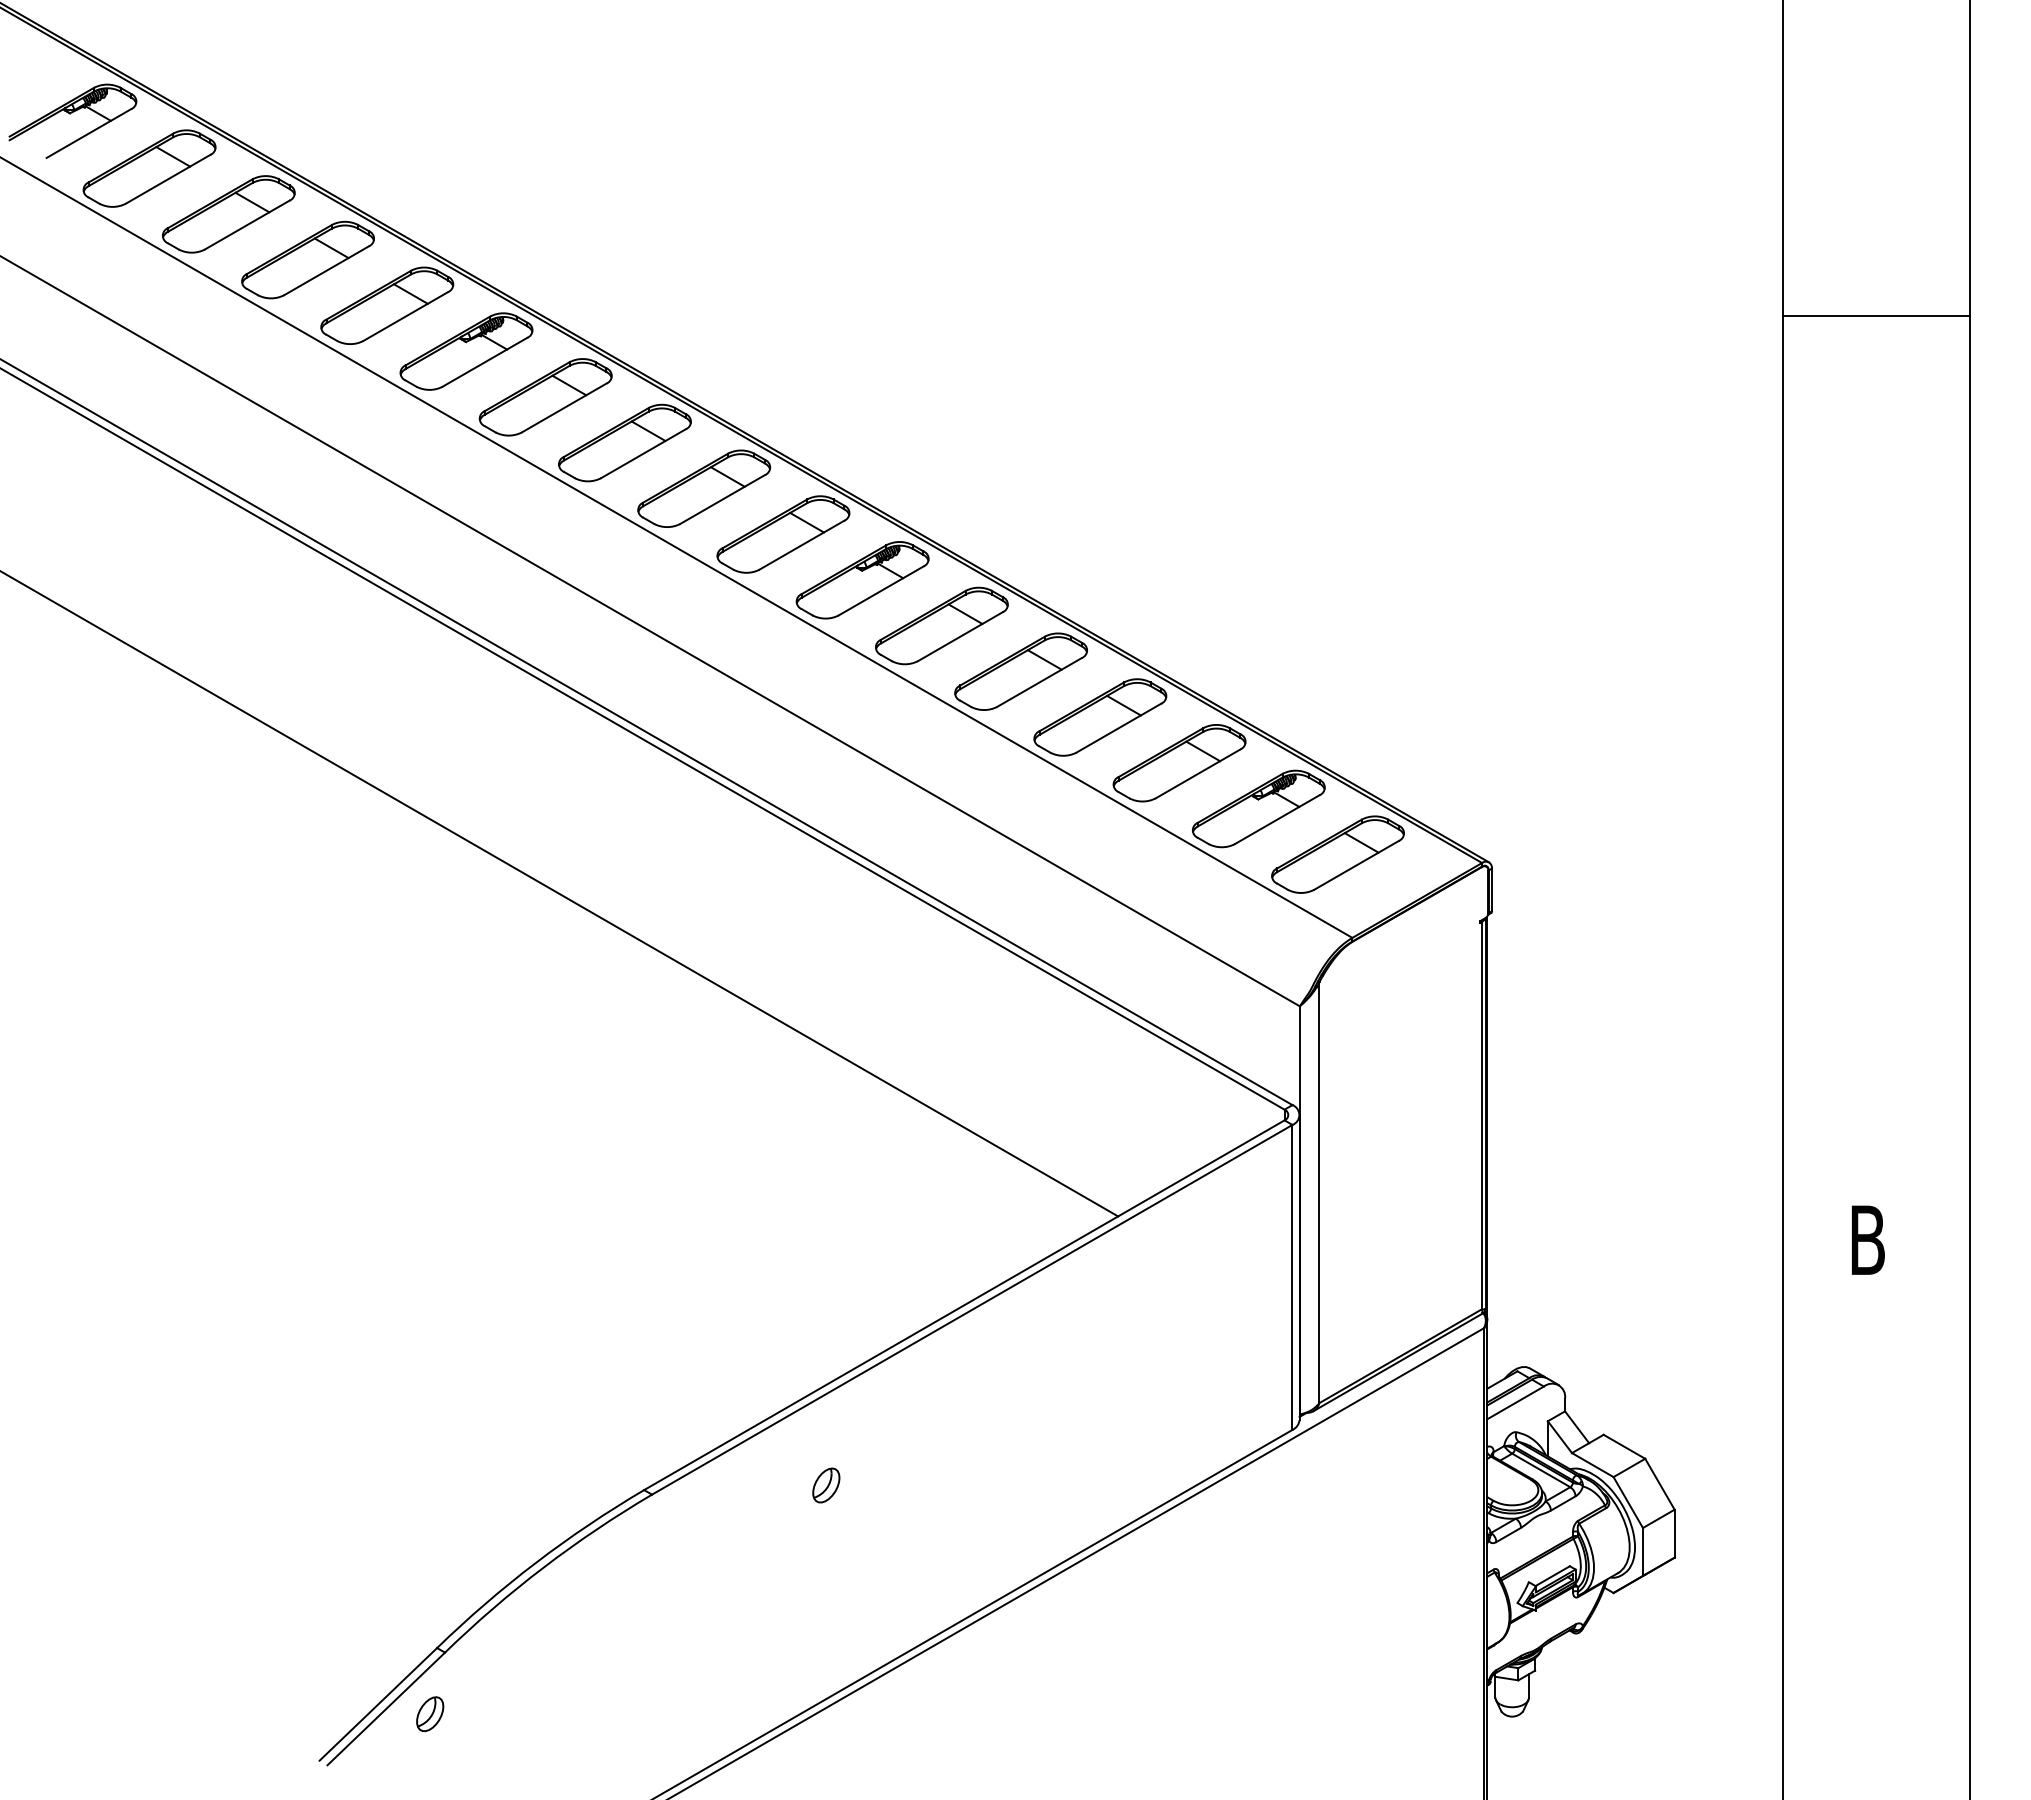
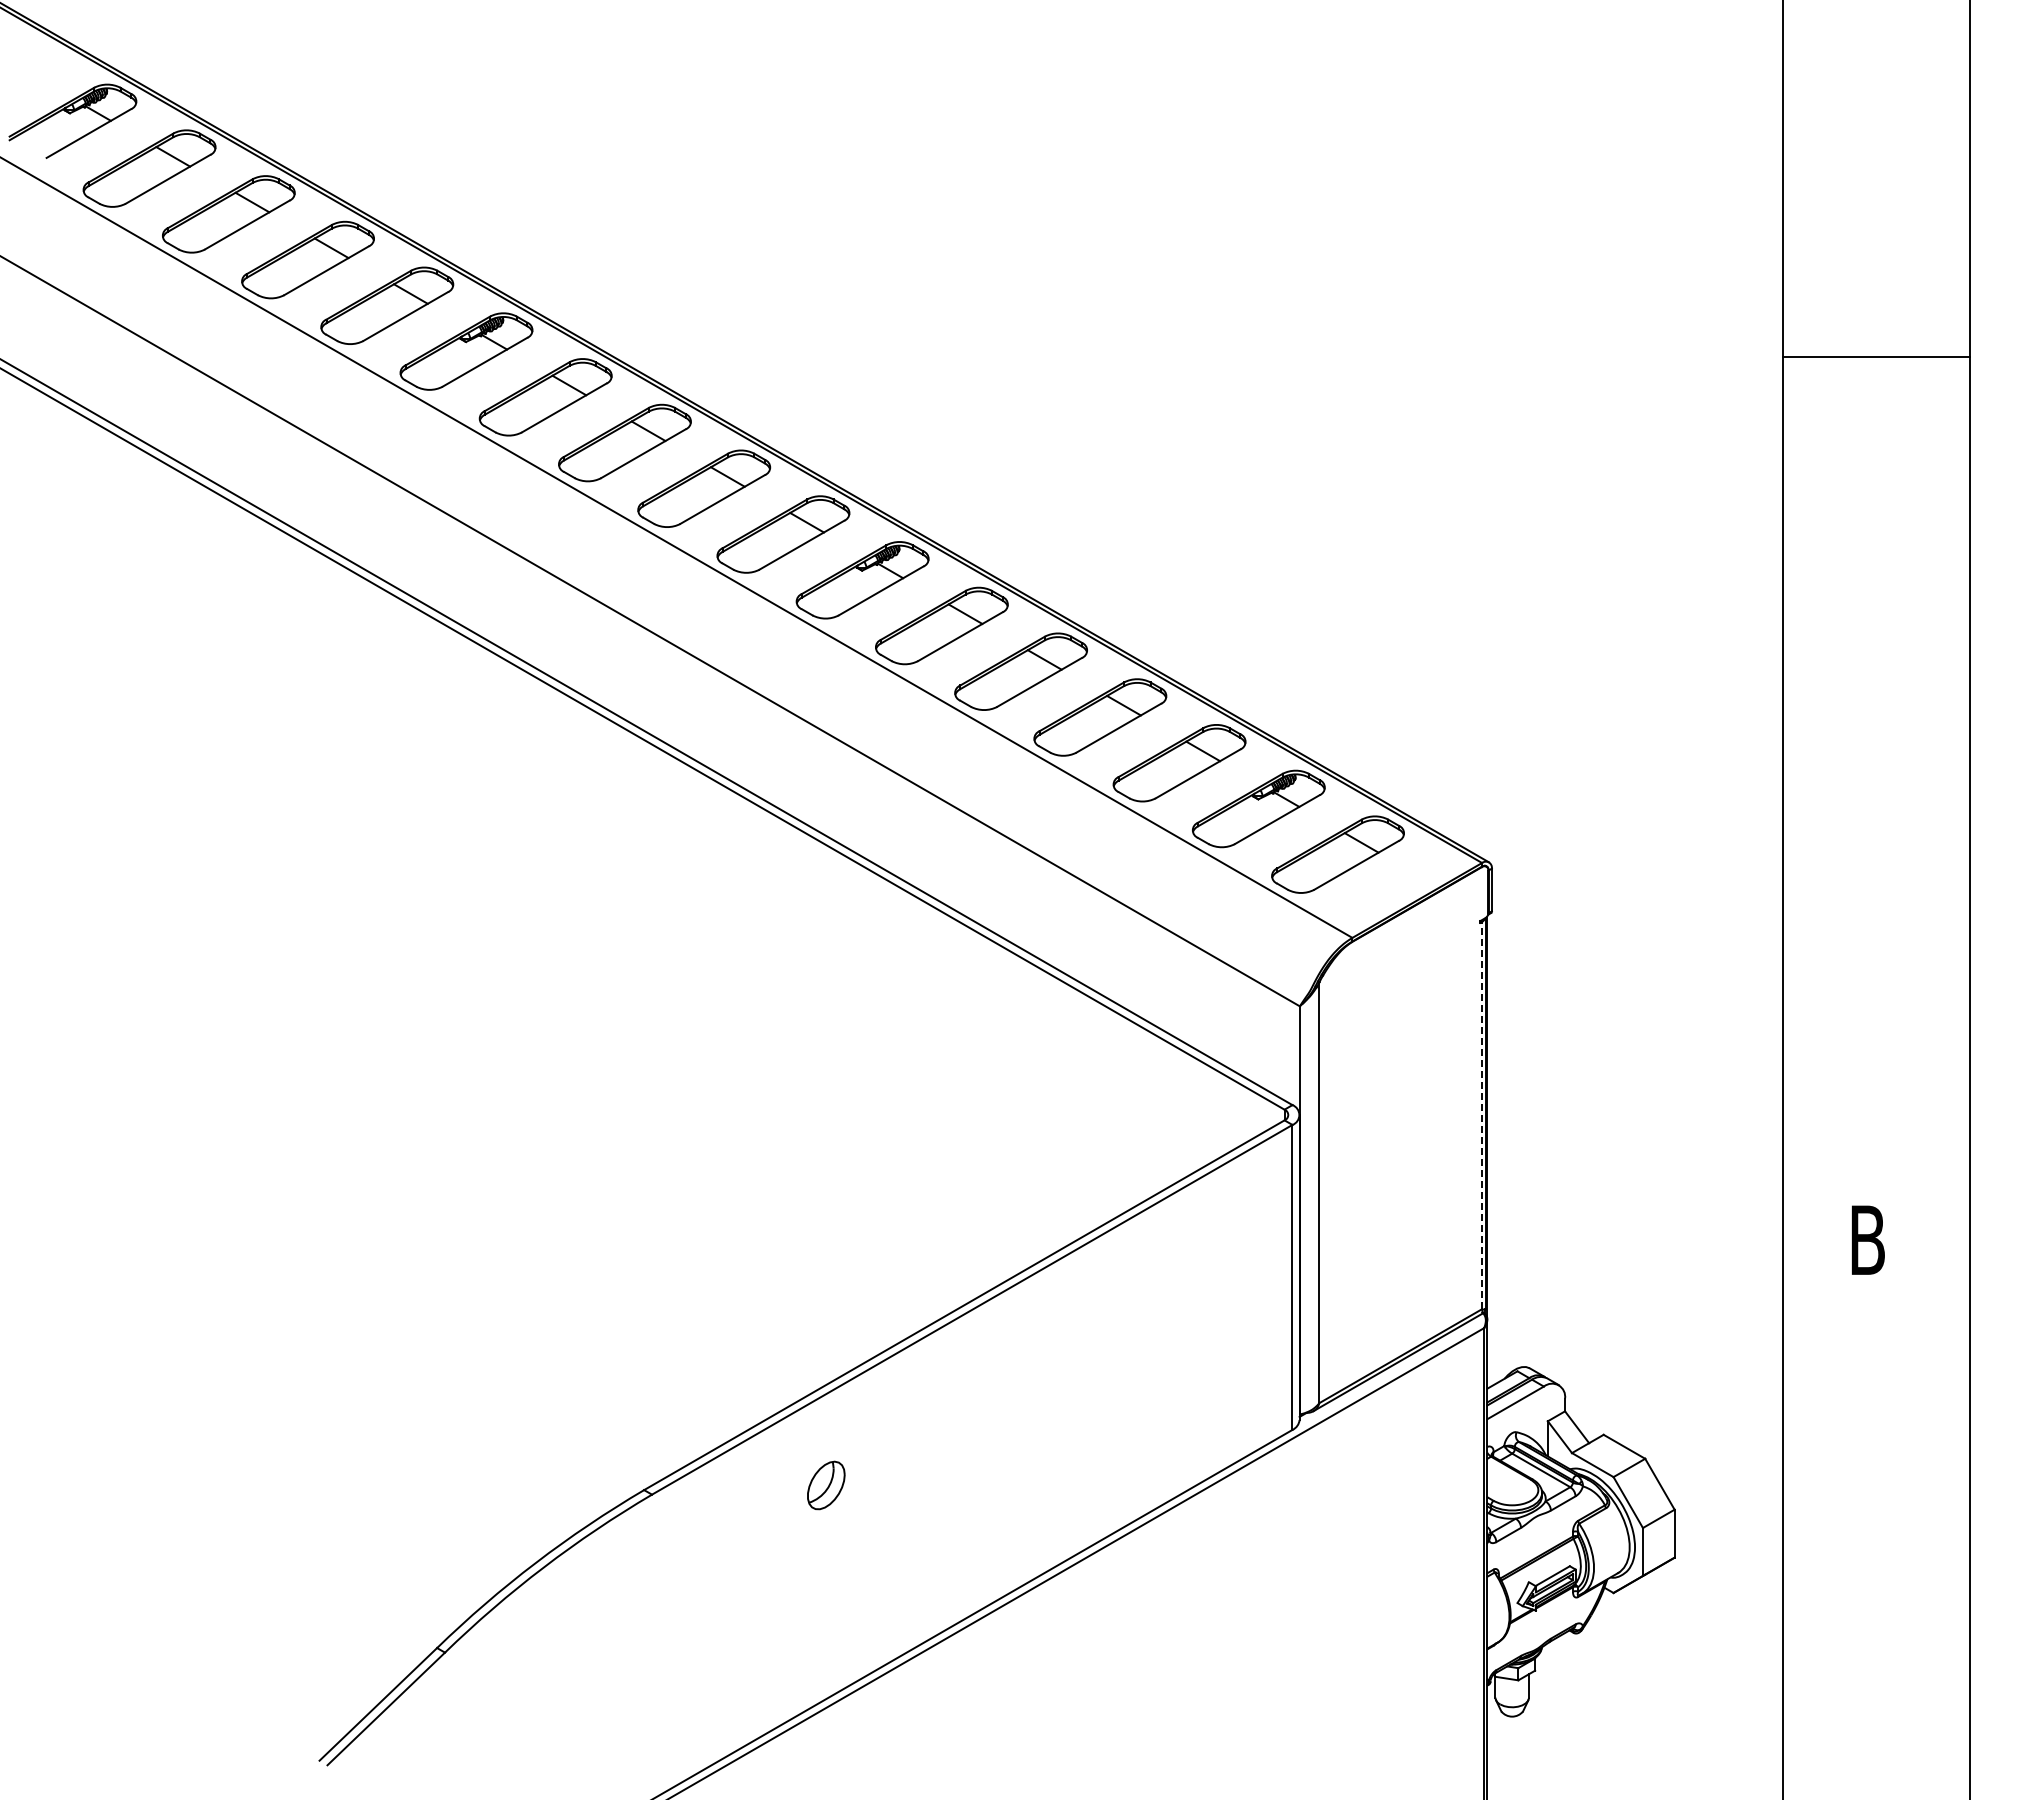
line at (1876, 315) position: (1876, 315) -> (1876, 356)
line at (560, 894): present -> none
line at (1481, 1115): solid -> dashed
part at (826, 1485) size: 29x37 px -> 39x51 px
part at (430, 1713): present -> none
